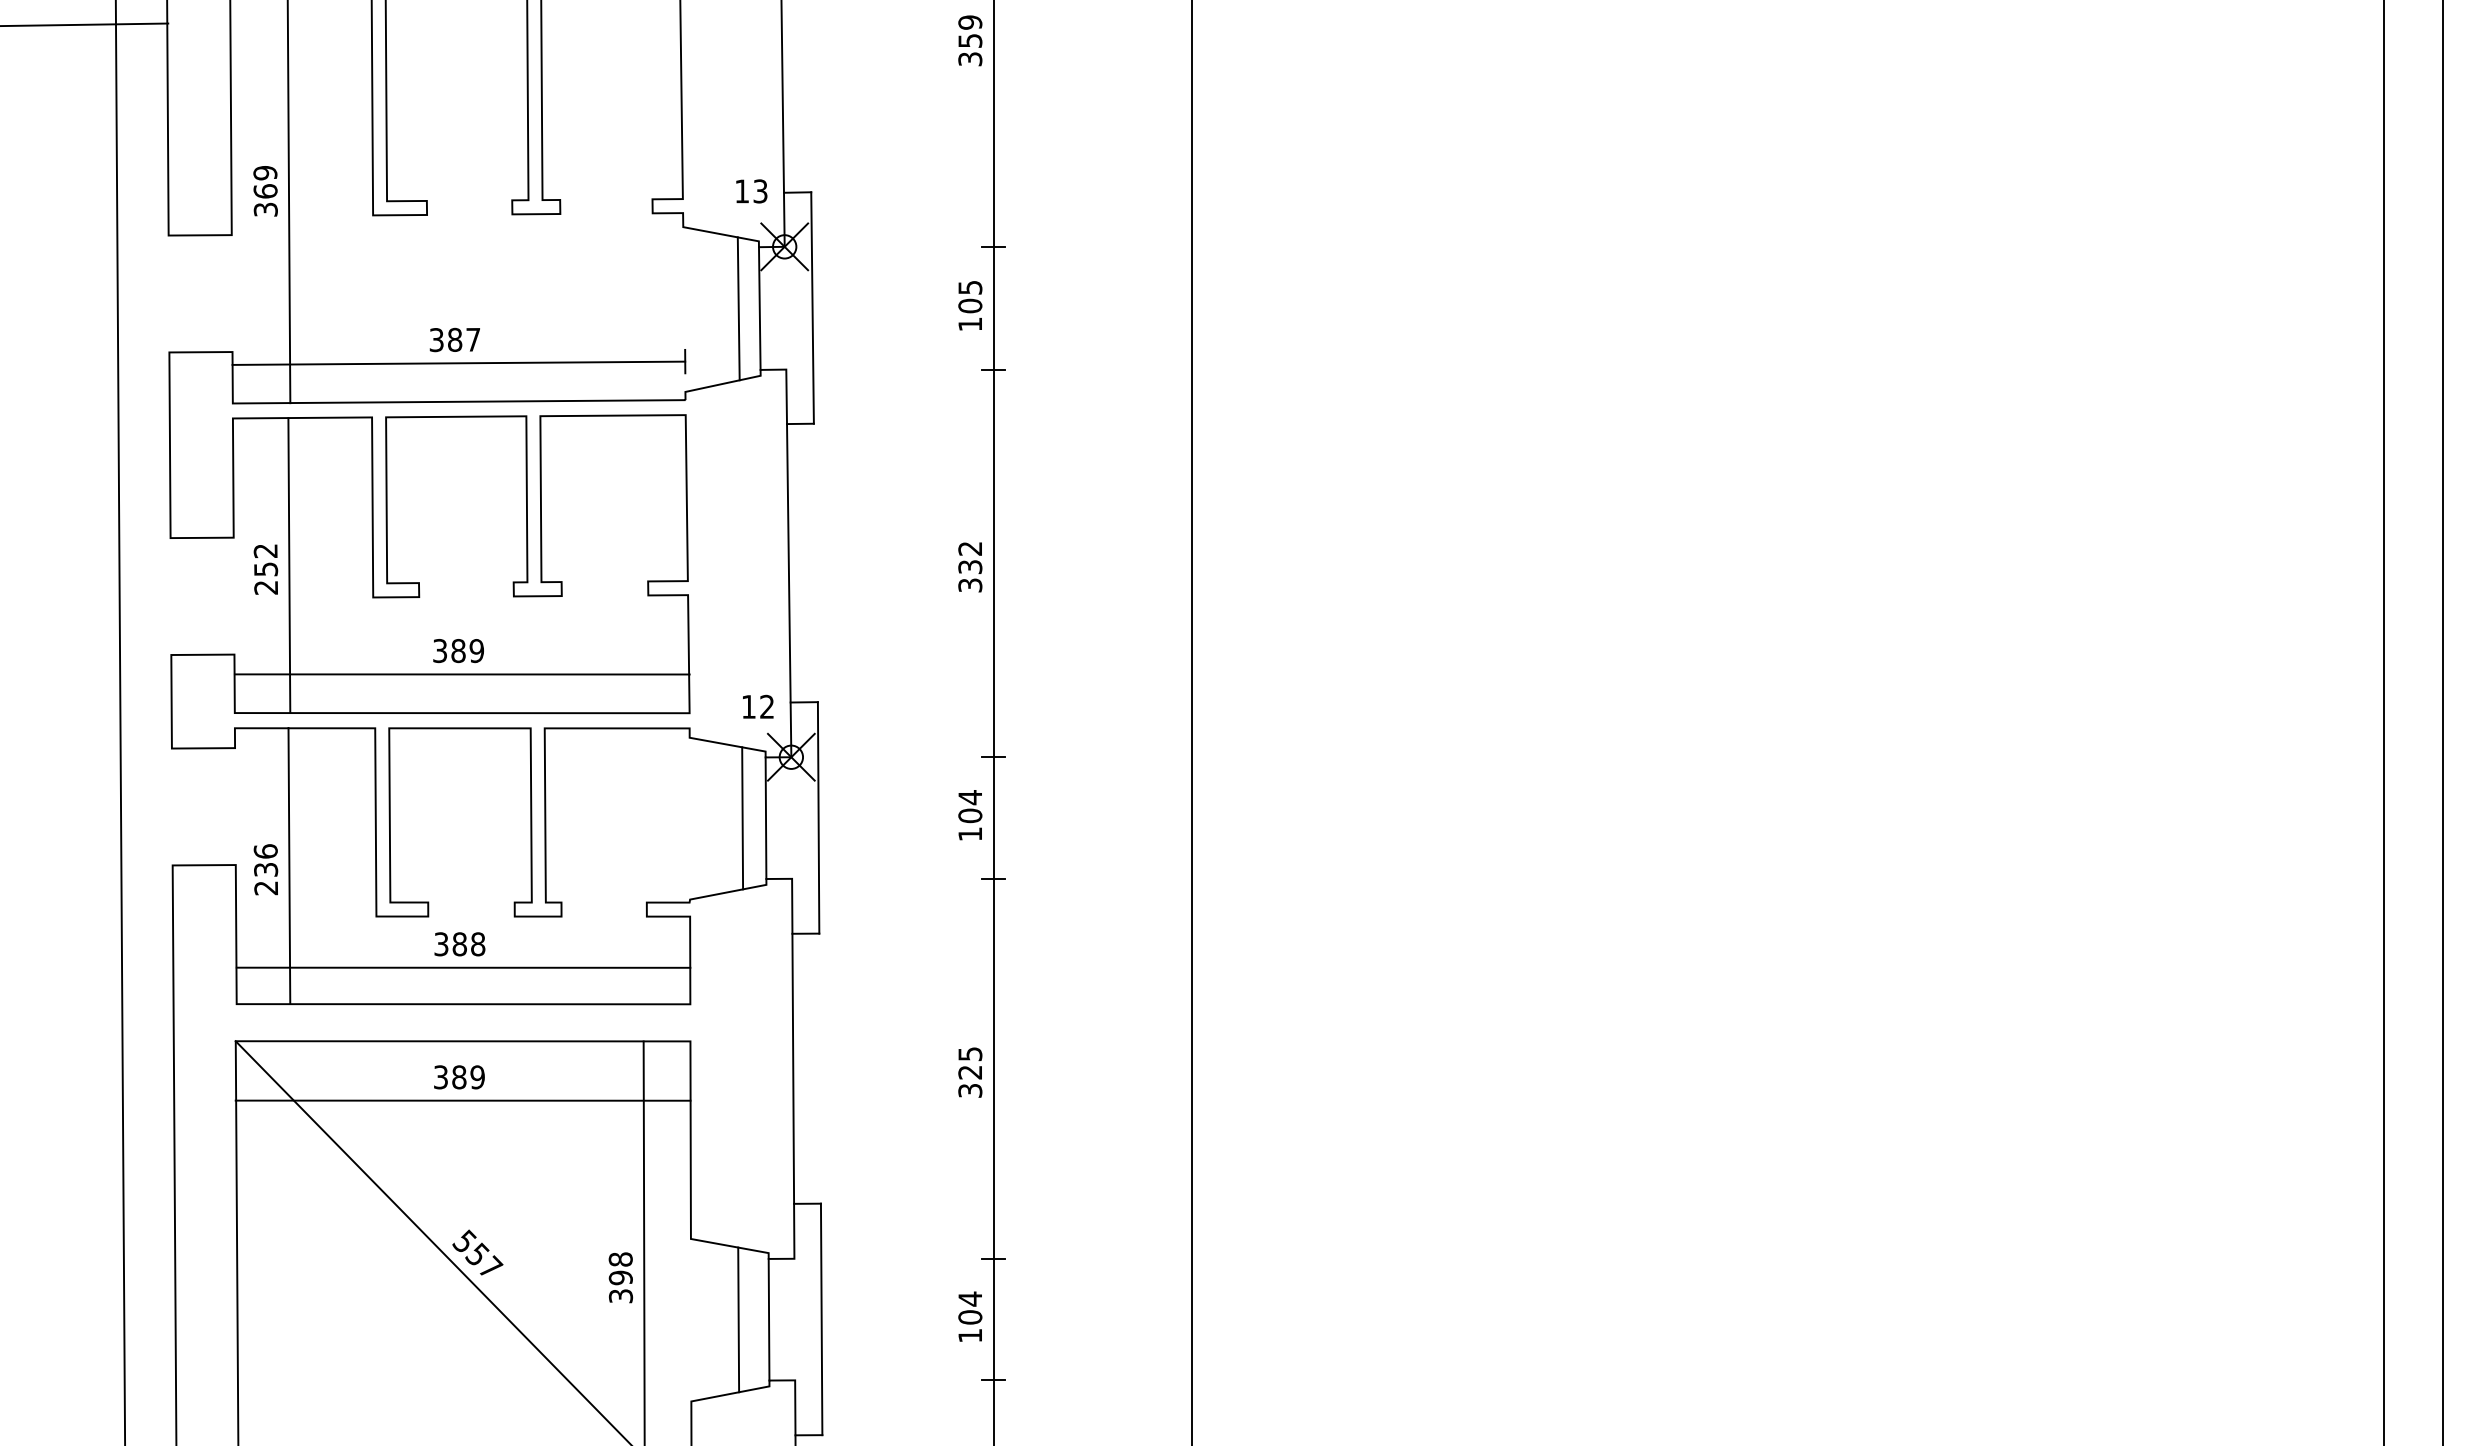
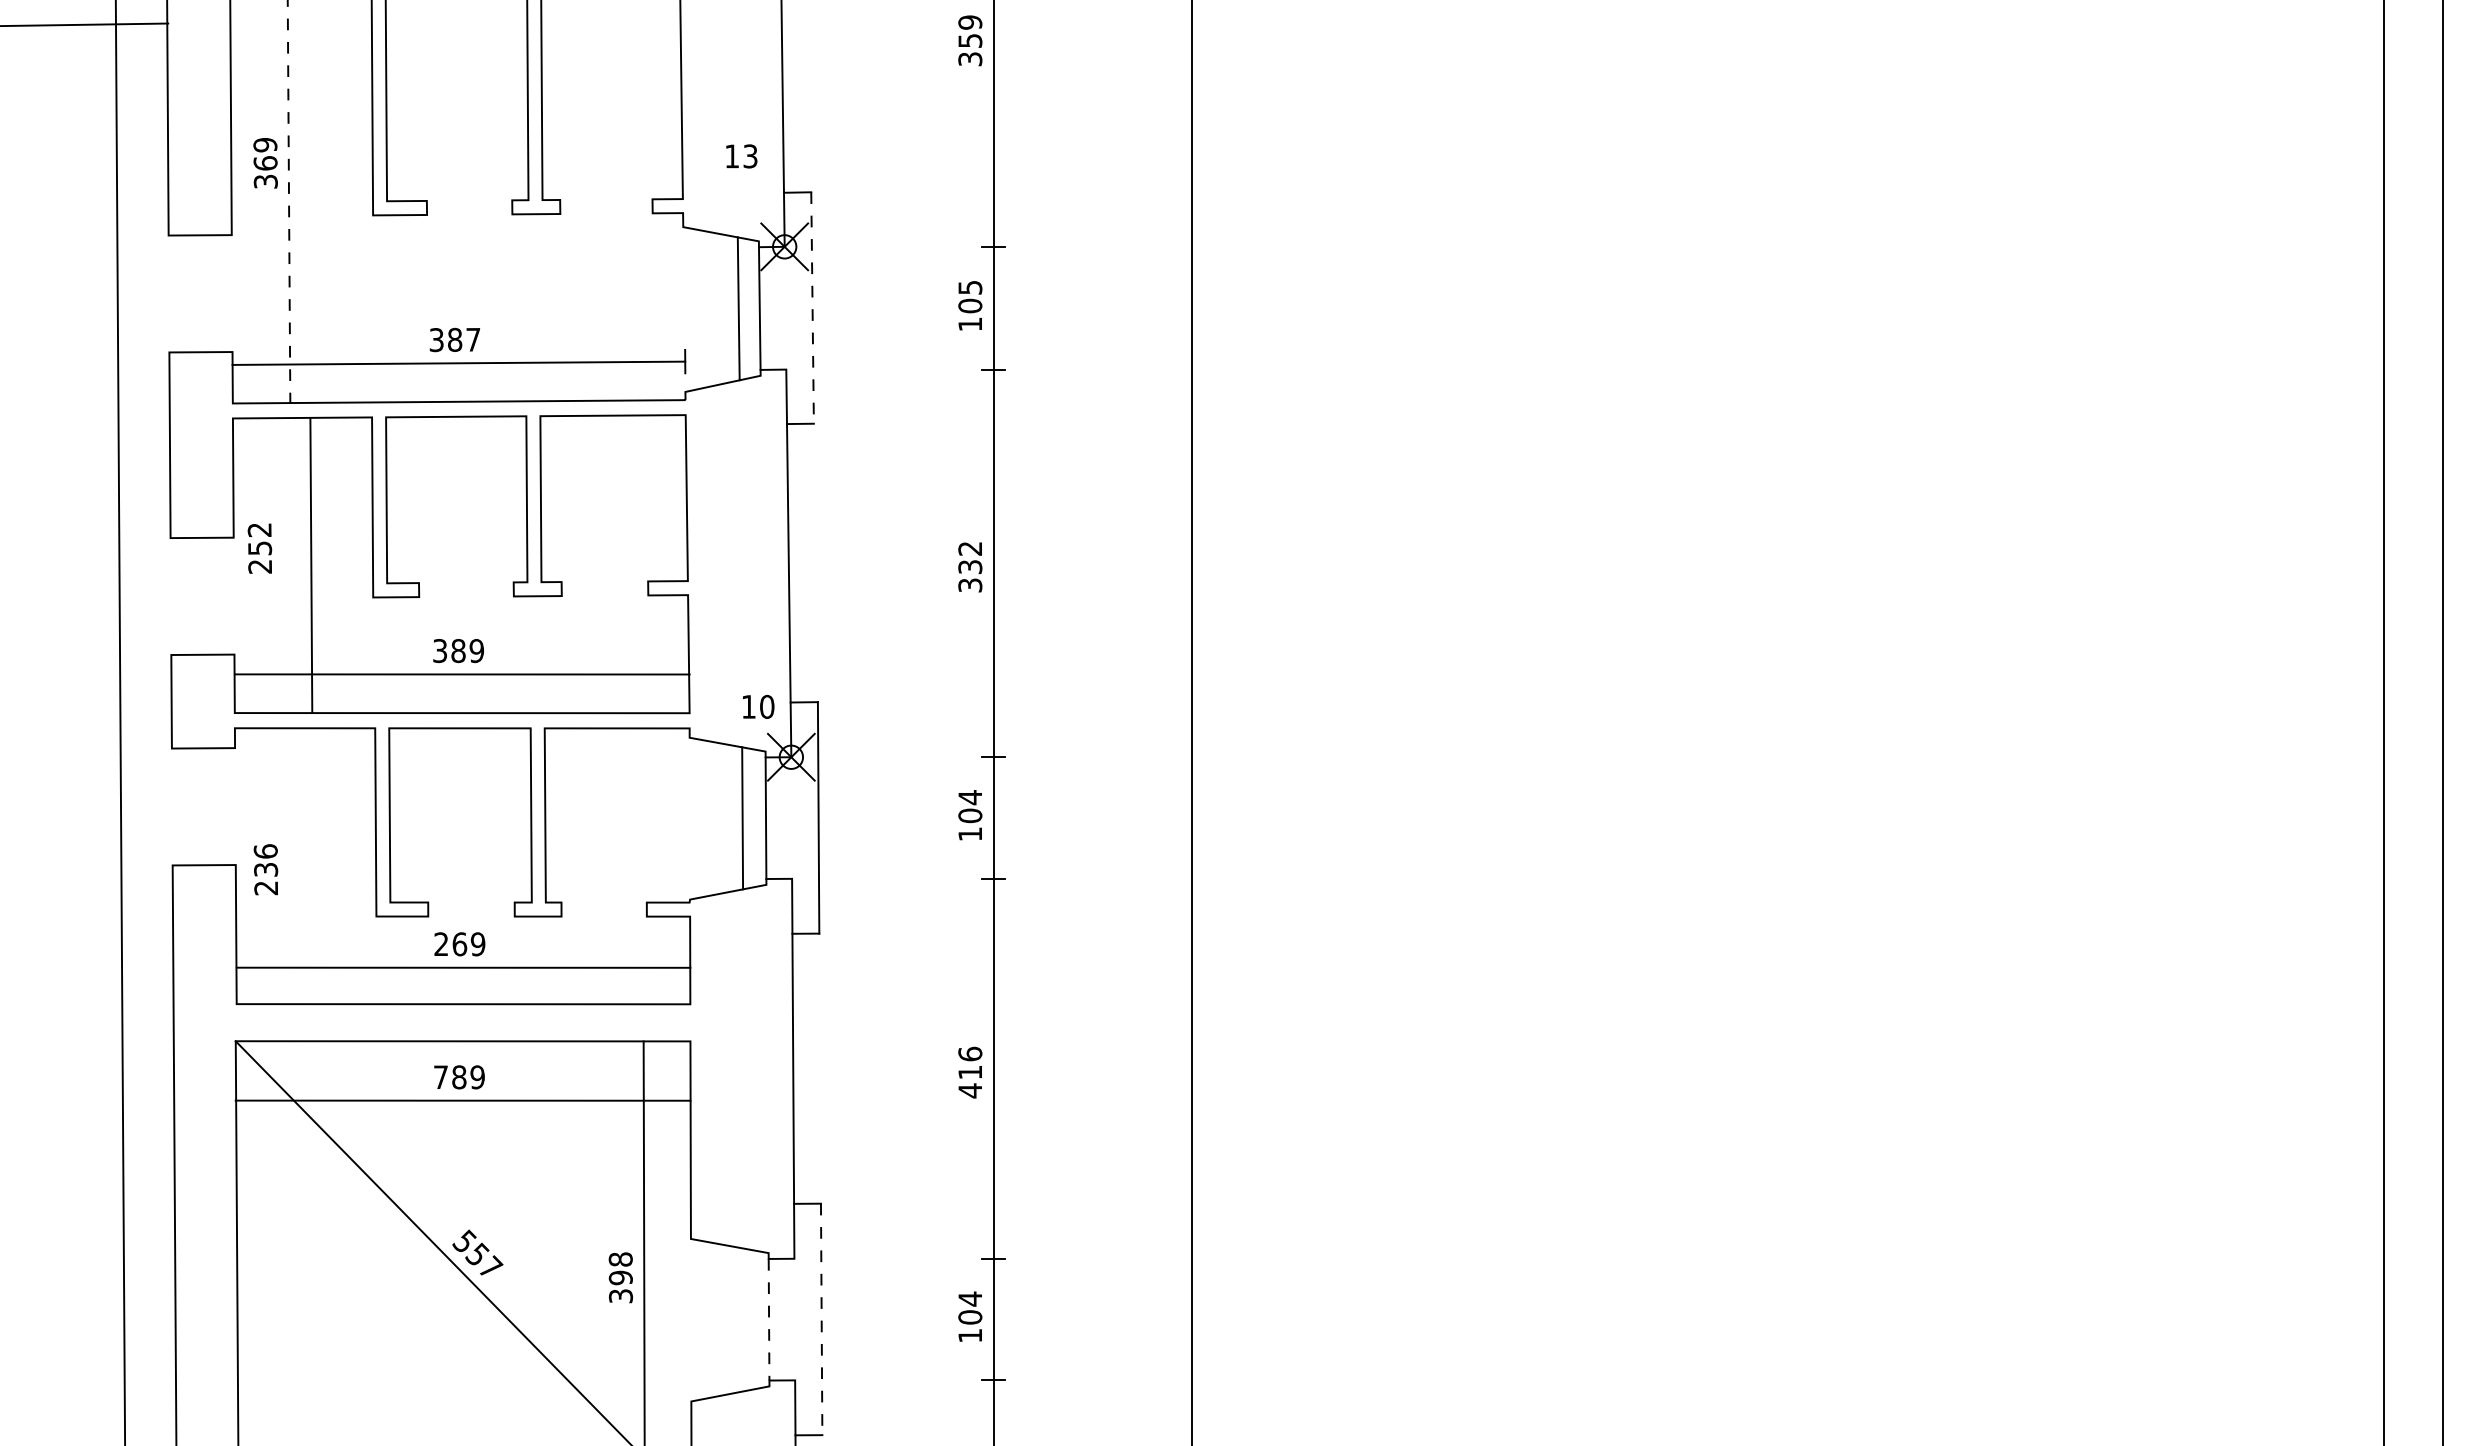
text at (265, 191) position: (265, 191) -> (265, 163)
text at (751, 191) position: (751, 191) -> (741, 156)
line at (289, 202): solid -> dashed
line at (812, 308): solid -> dashed
line at (289, 565) position: (289, 565) -> (311, 565)
text at (265, 569) position: (265, 569) -> (259, 548)
text at (767, 706): 12 -> 10
line at (289, 865): present -> none
text at (459, 944): 388 -> 269
text at (970, 1072): 325 -> 416
text at (440, 1077): 389 -> 789
line at (738, 1319): present -> none
line at (769, 1319): solid -> dashed
line at (821, 1319): solid -> dashed
